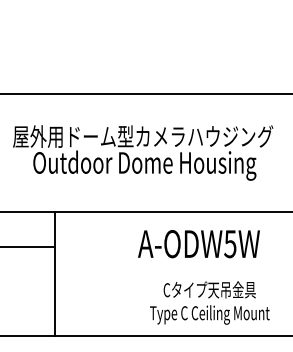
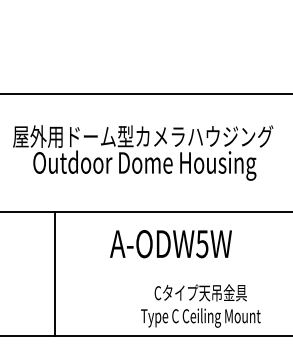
text at (198, 244) position: (198, 244) -> (170, 244)
line at (28, 246): present -> none
text at (209, 302) position: (209, 302) -> (200, 305)
